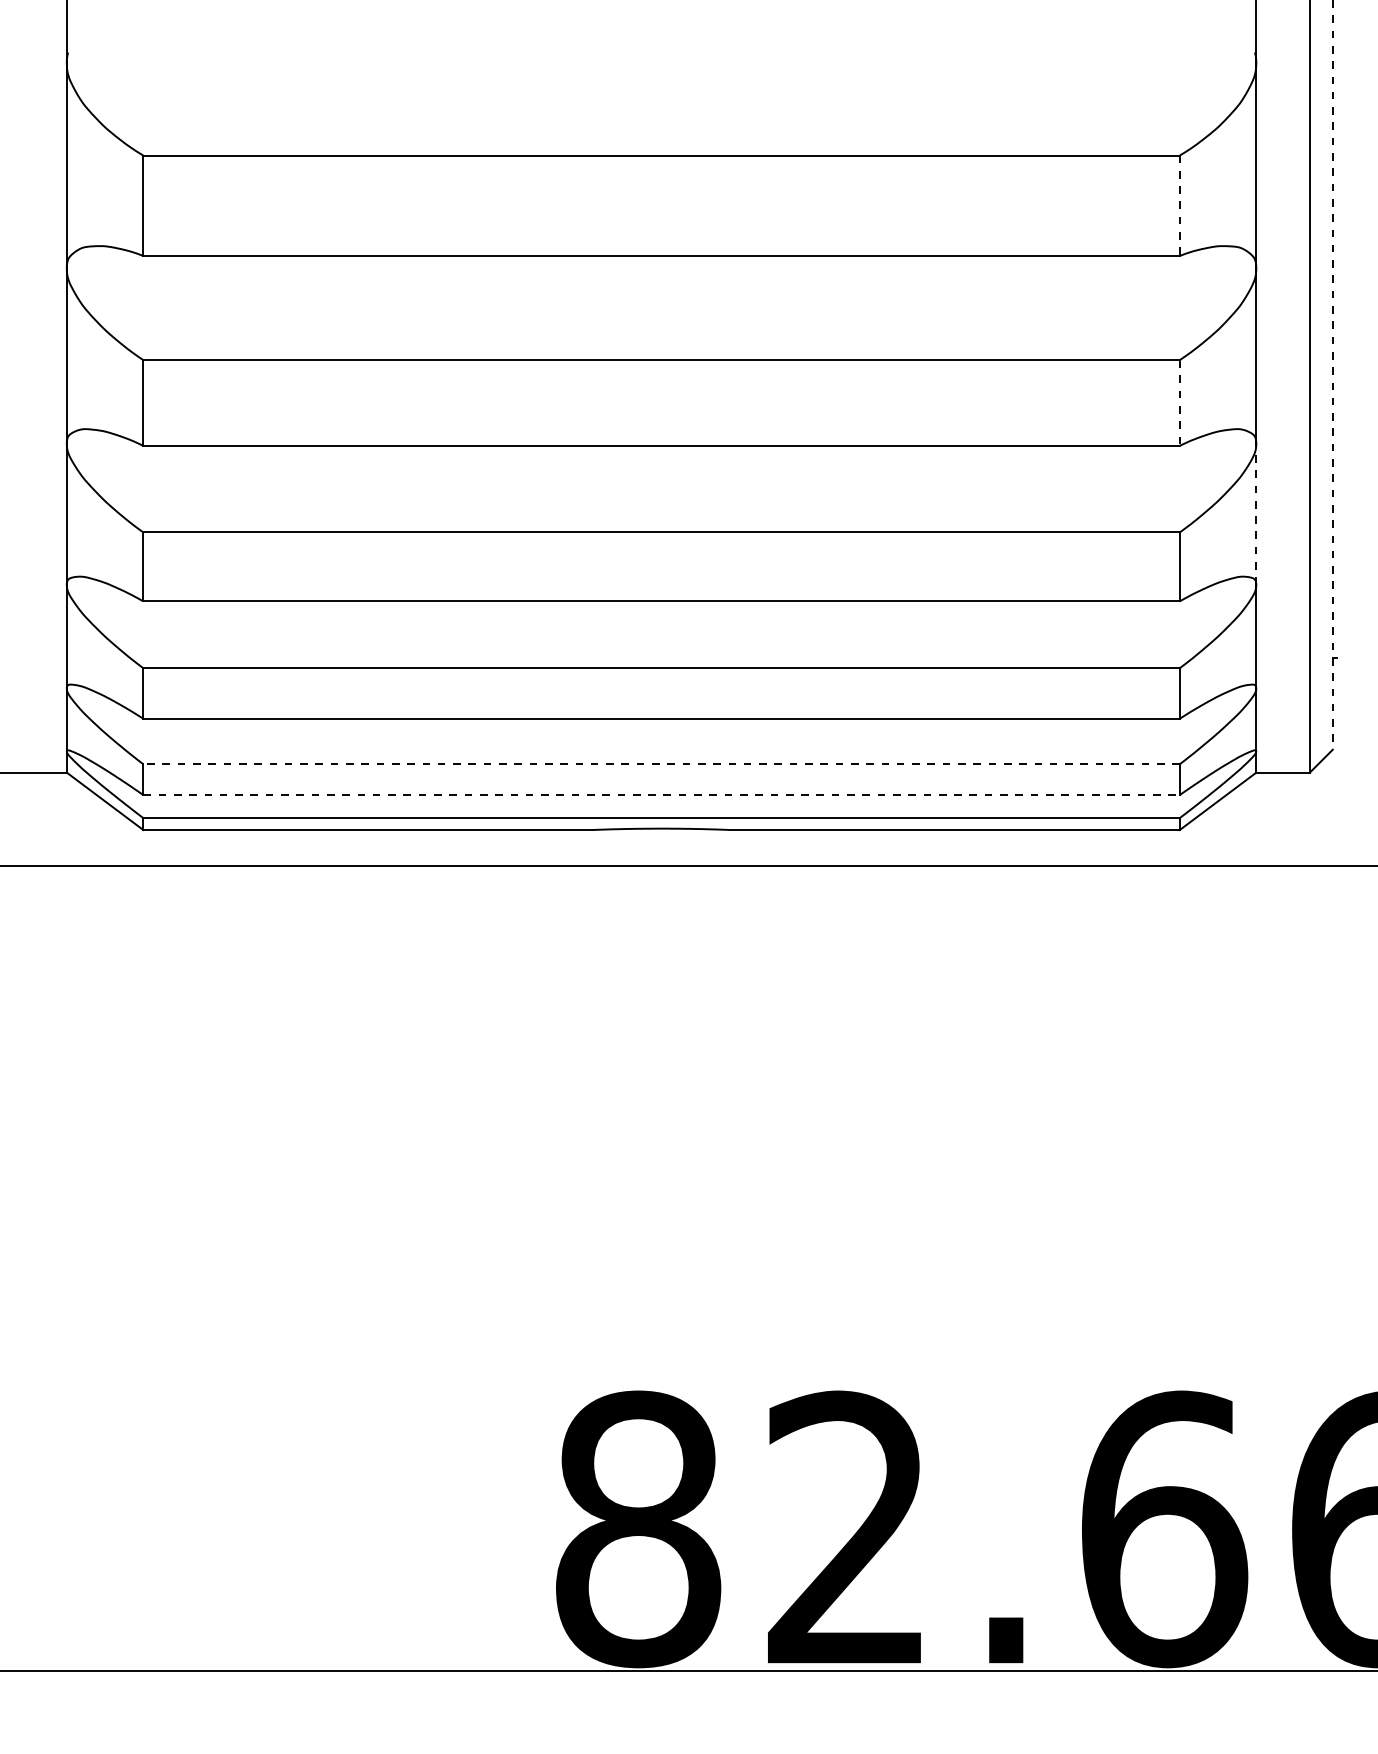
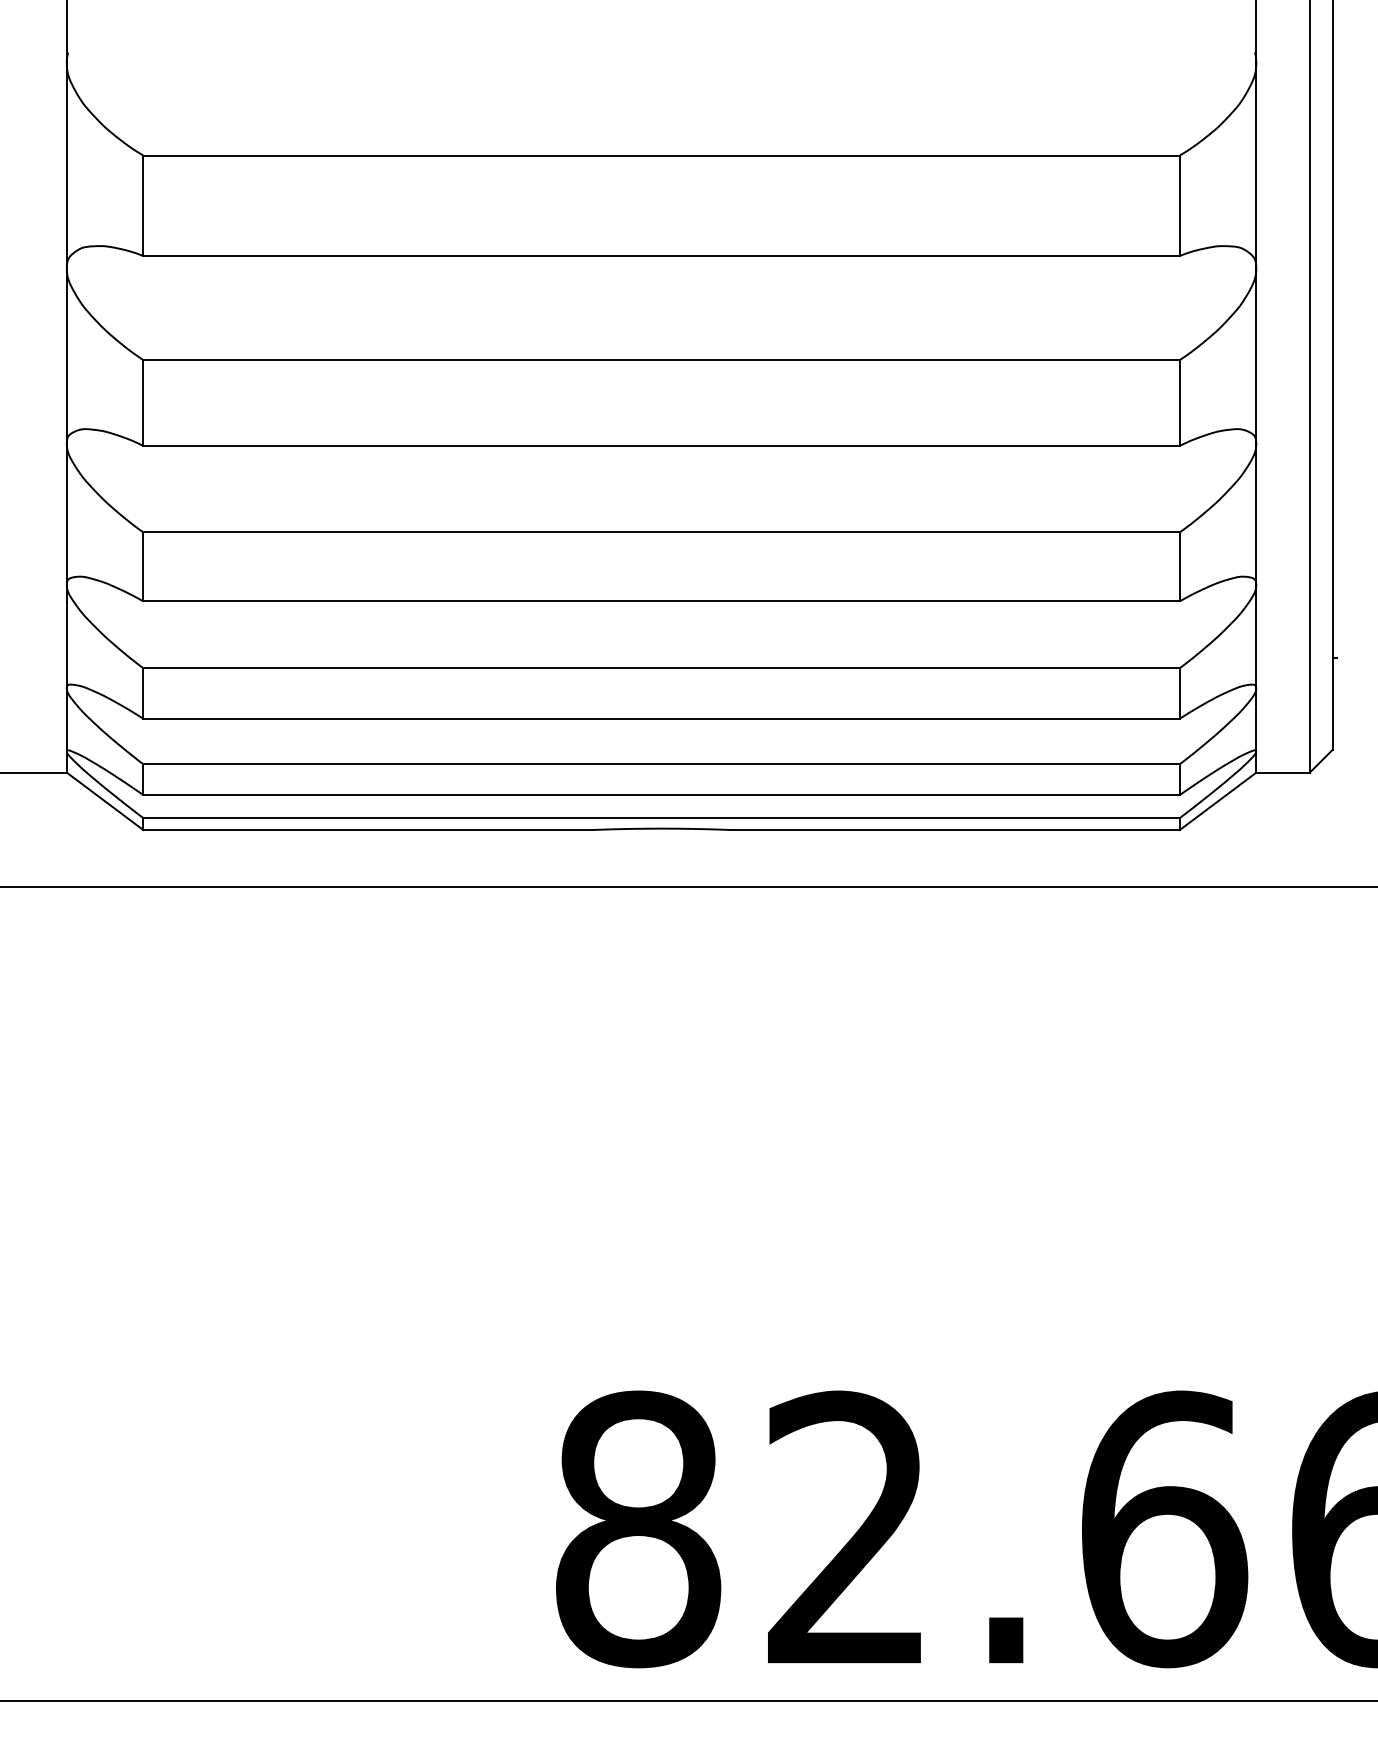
line at (1179, 206): dashed -> solid
line at (1332, 374): dashed -> solid
line at (1179, 402): dashed -> solid
line at (1256, 514): dashed -> solid
line at (661, 764): dashed -> solid
line at (662, 795): dashed -> solid
line at (688, 866) position: (688, 866) -> (688, 887)
line at (688, 1671) position: (688, 1671) -> (688, 1701)
